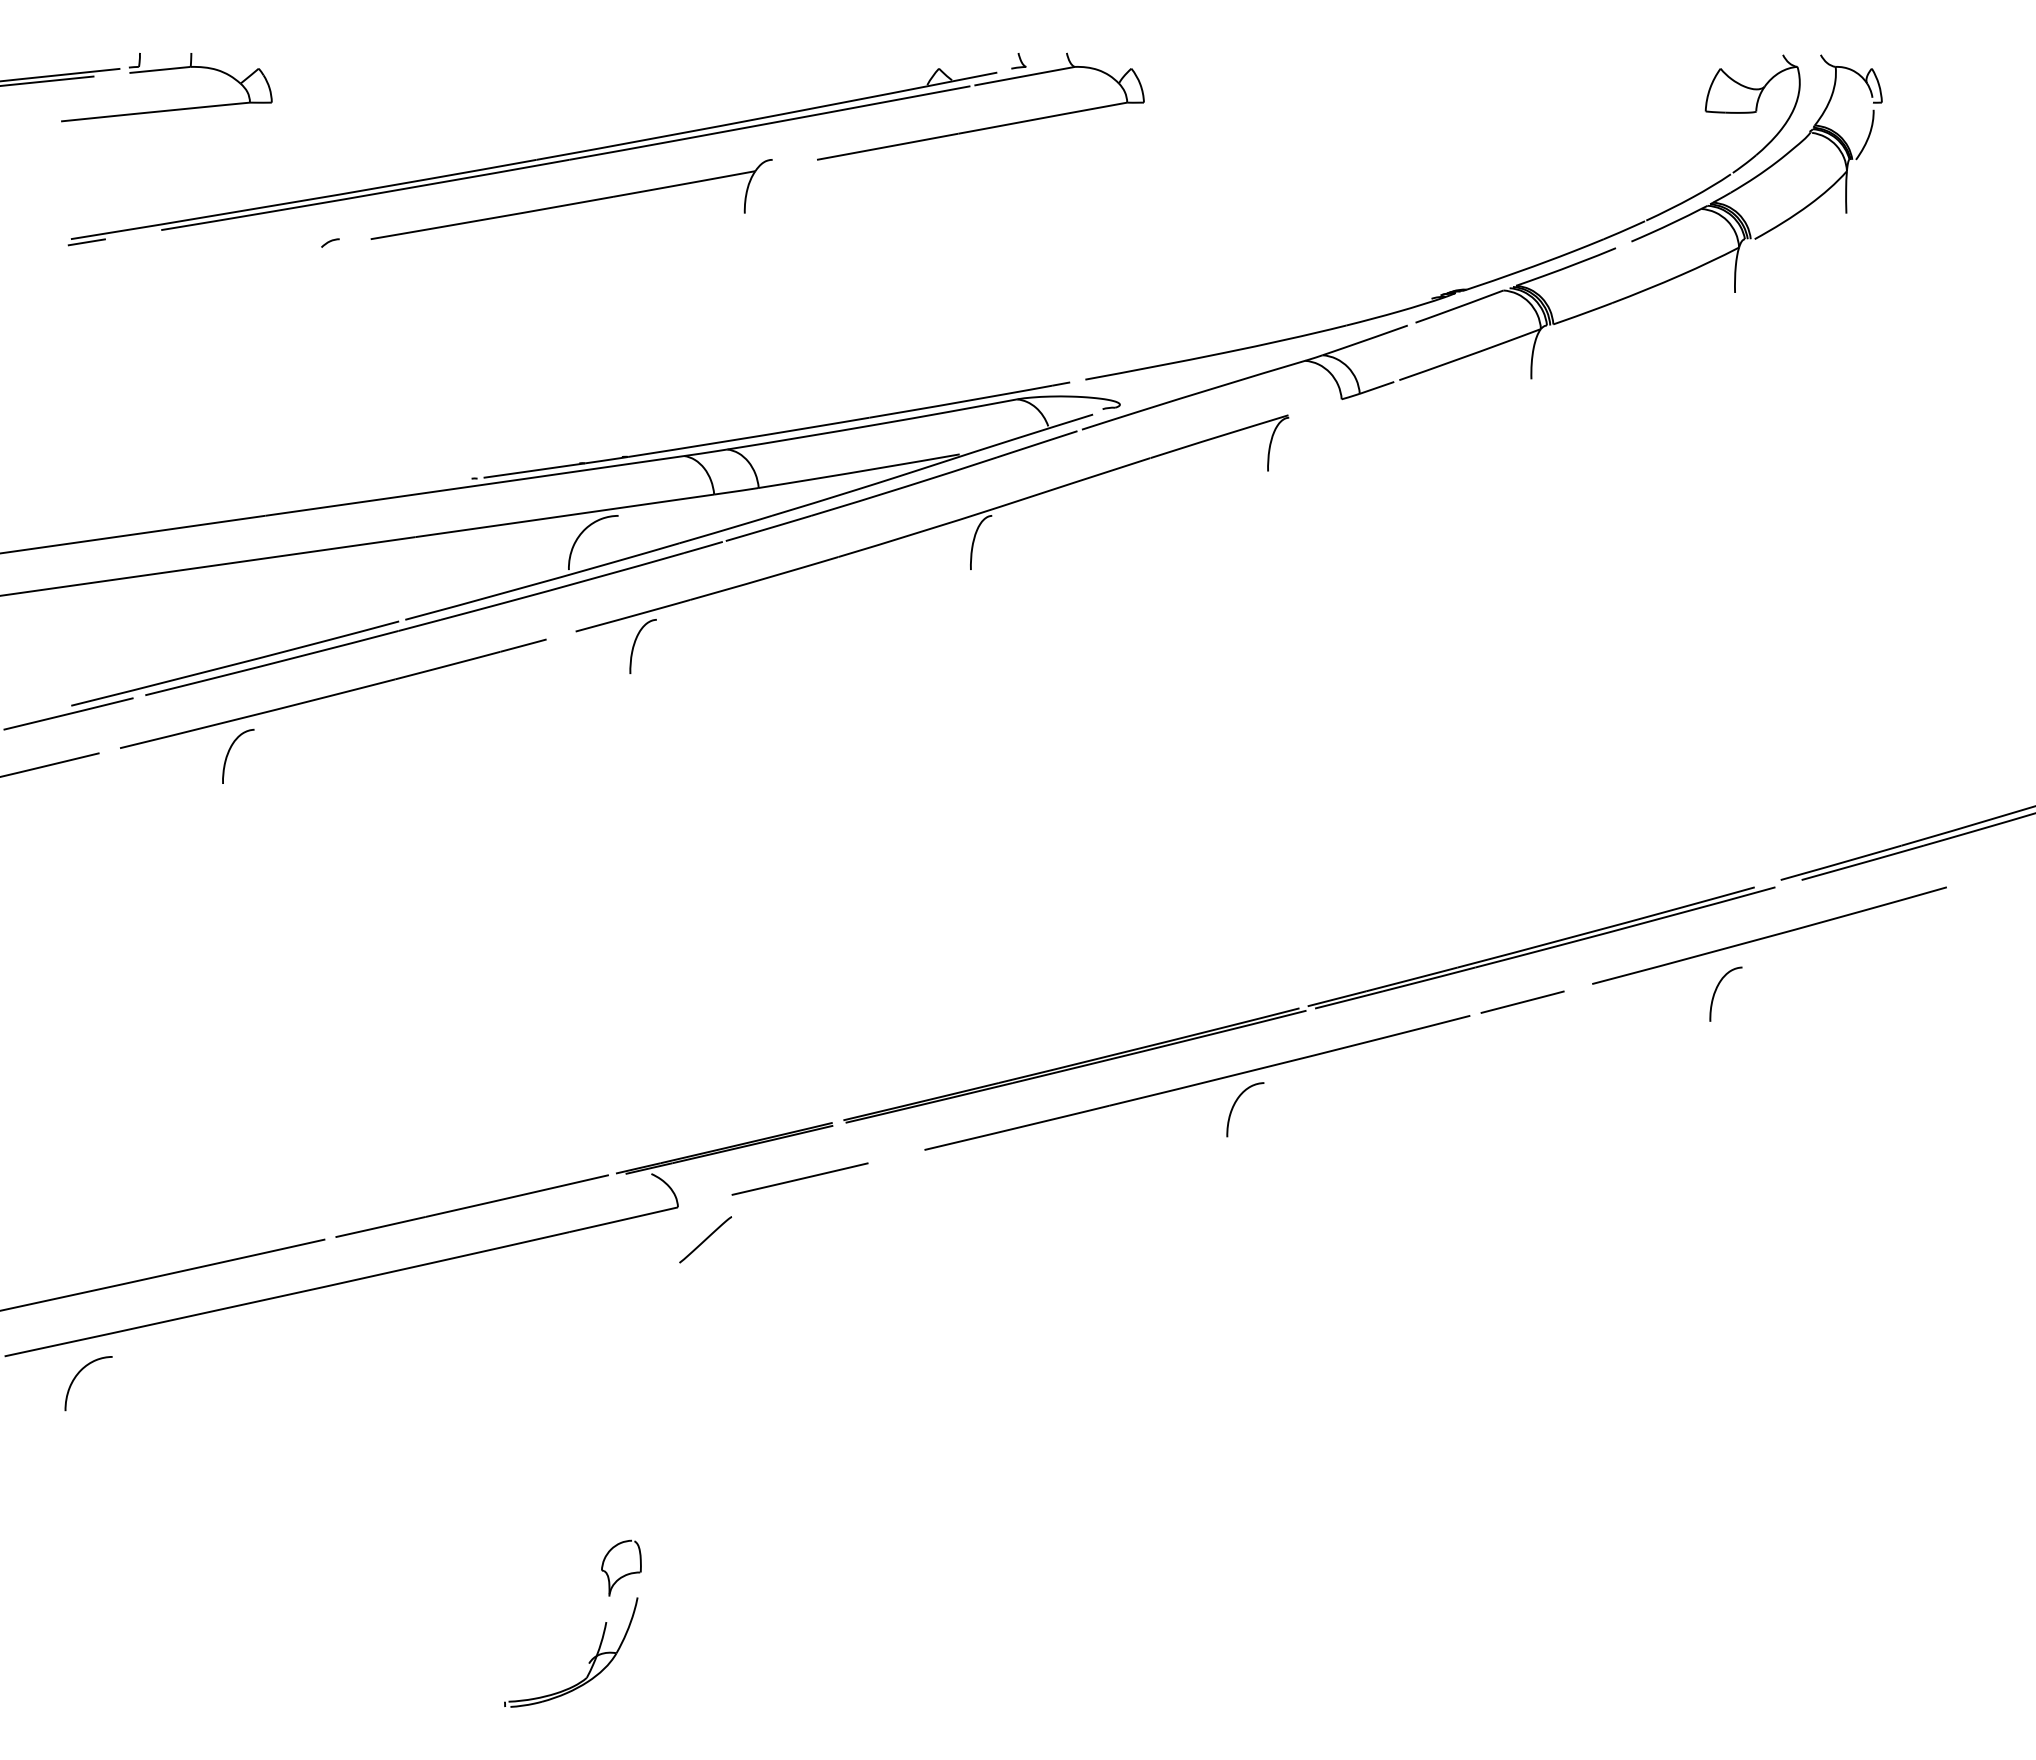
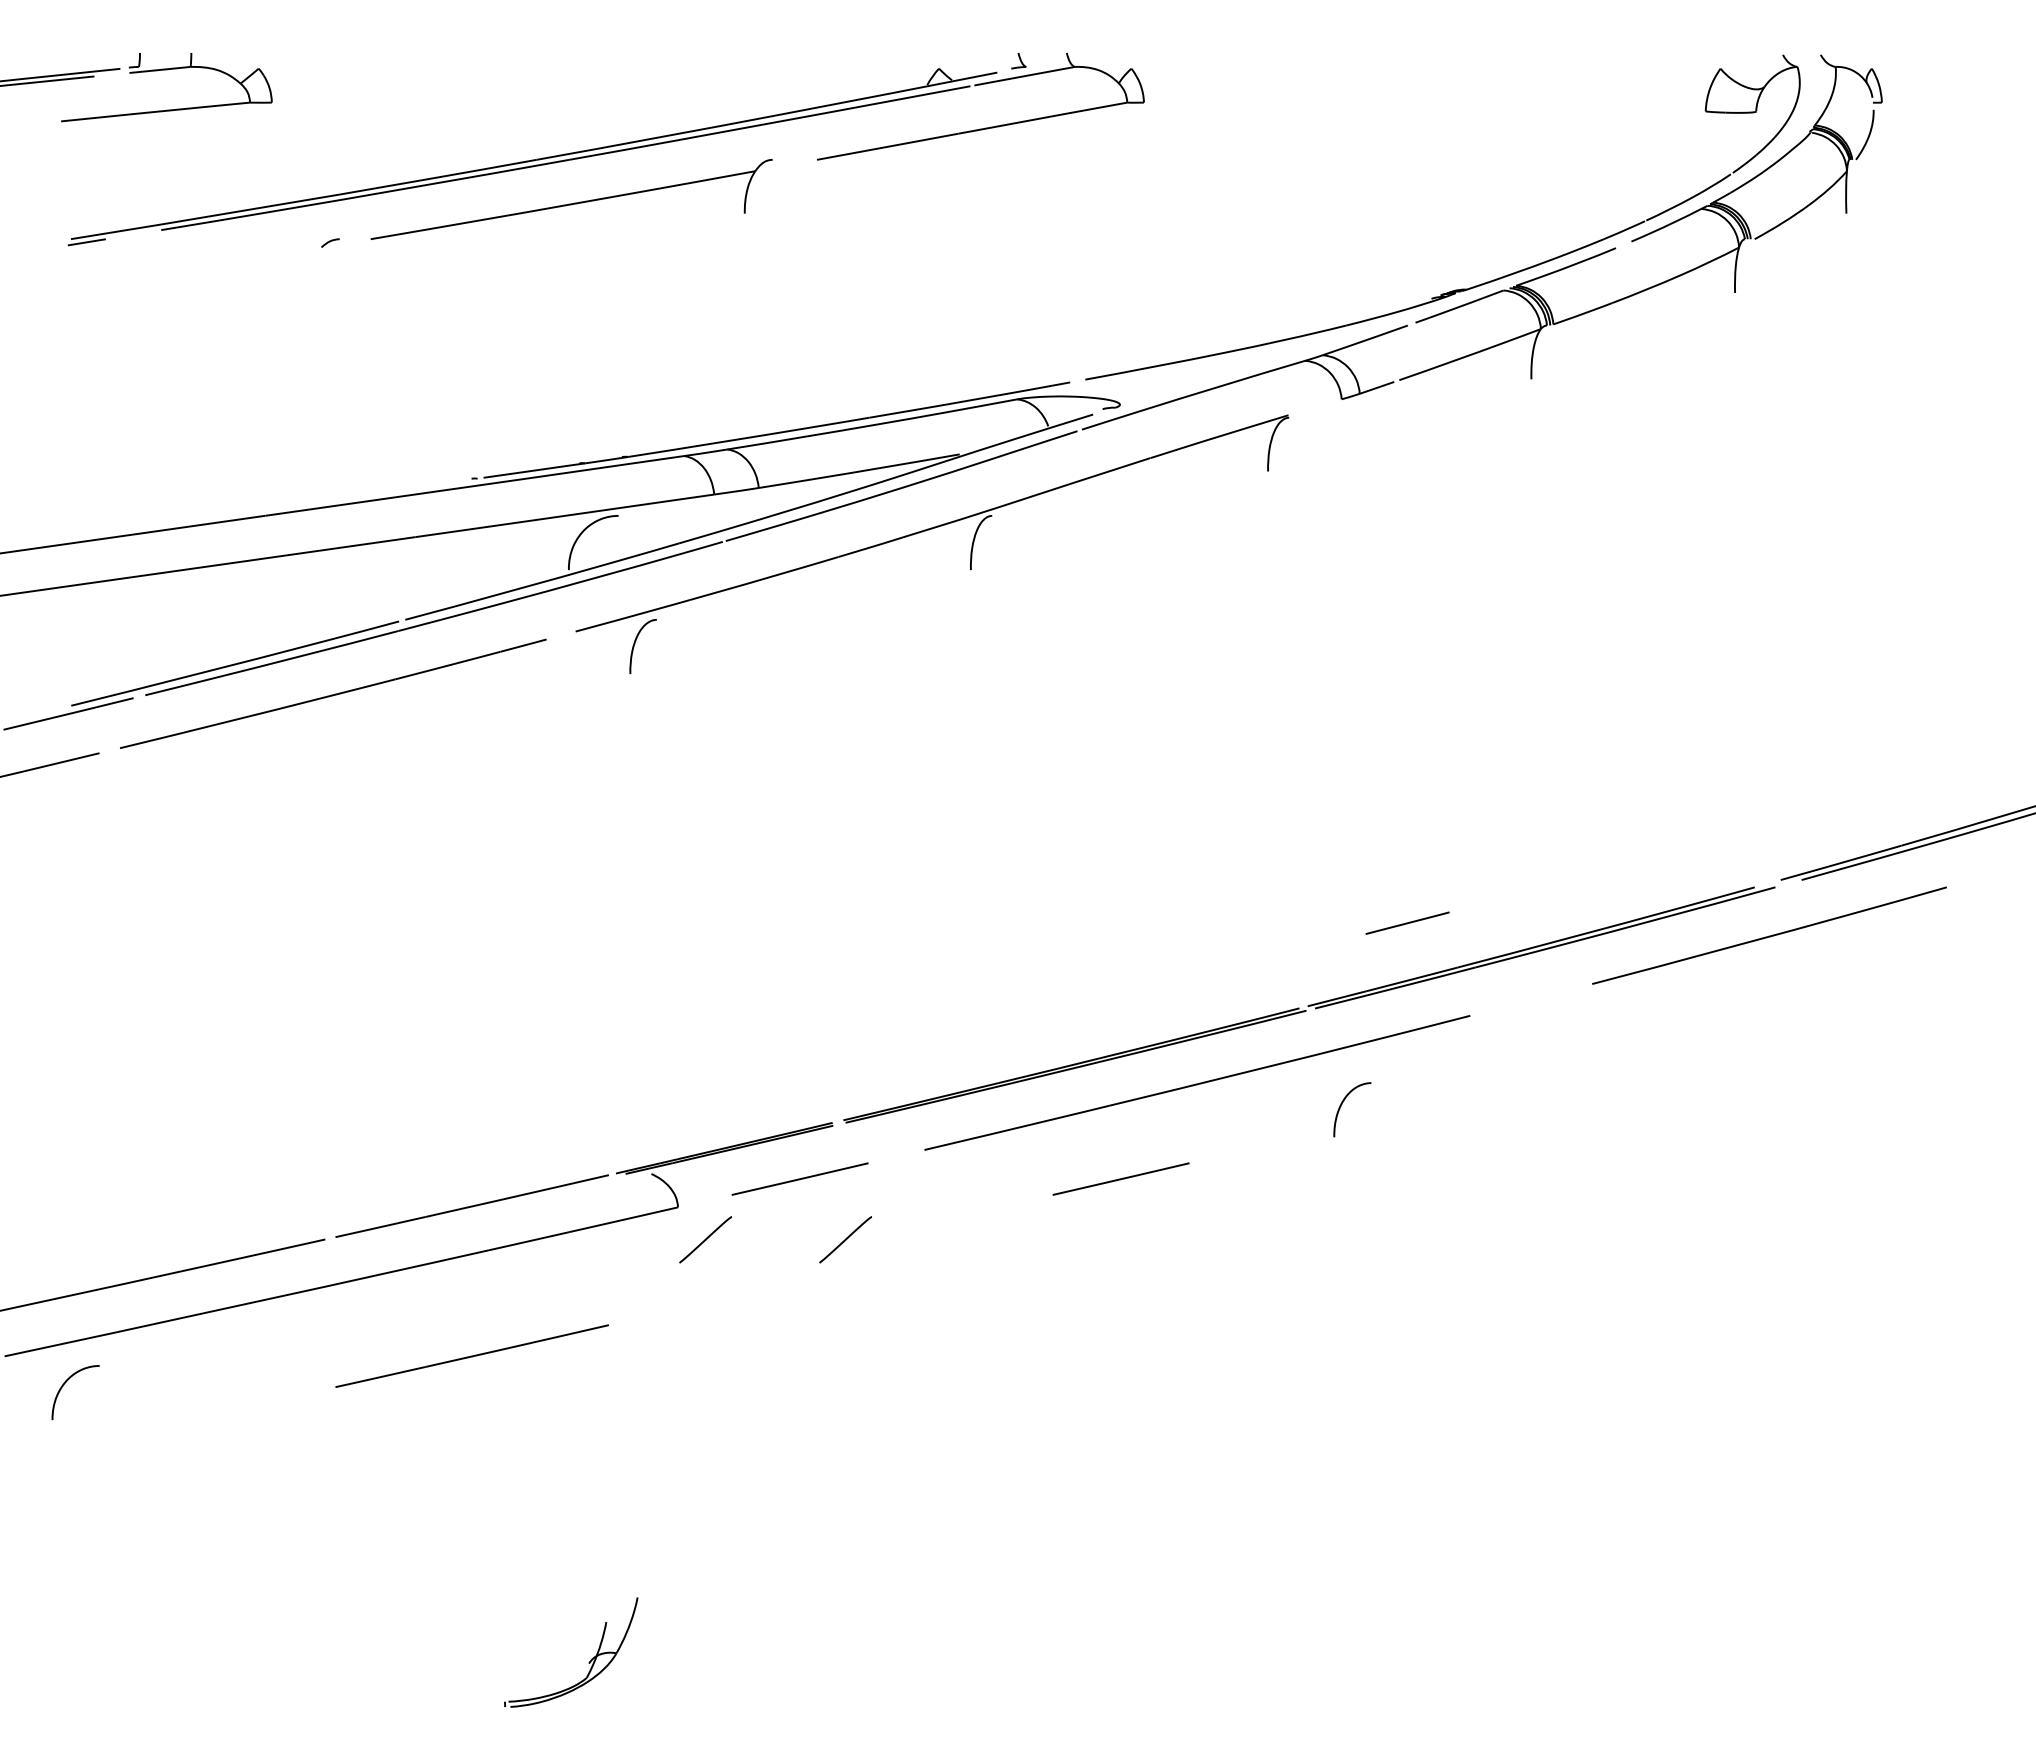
curve at (230, 750): present -> none
curve at (1717, 989): present -> none
line at (1522, 1001) position: (1522, 1001) -> (1407, 922)
curve at (1235, 1104) position: (1235, 1104) -> (1342, 1104)
line at (1120, 1178): none -> present
line at (845, 1239): none -> present
line at (471, 1355): none -> present
curve at (76, 1377) position: (76, 1377) -> (63, 1386)
part at (624, 1574): present -> none
